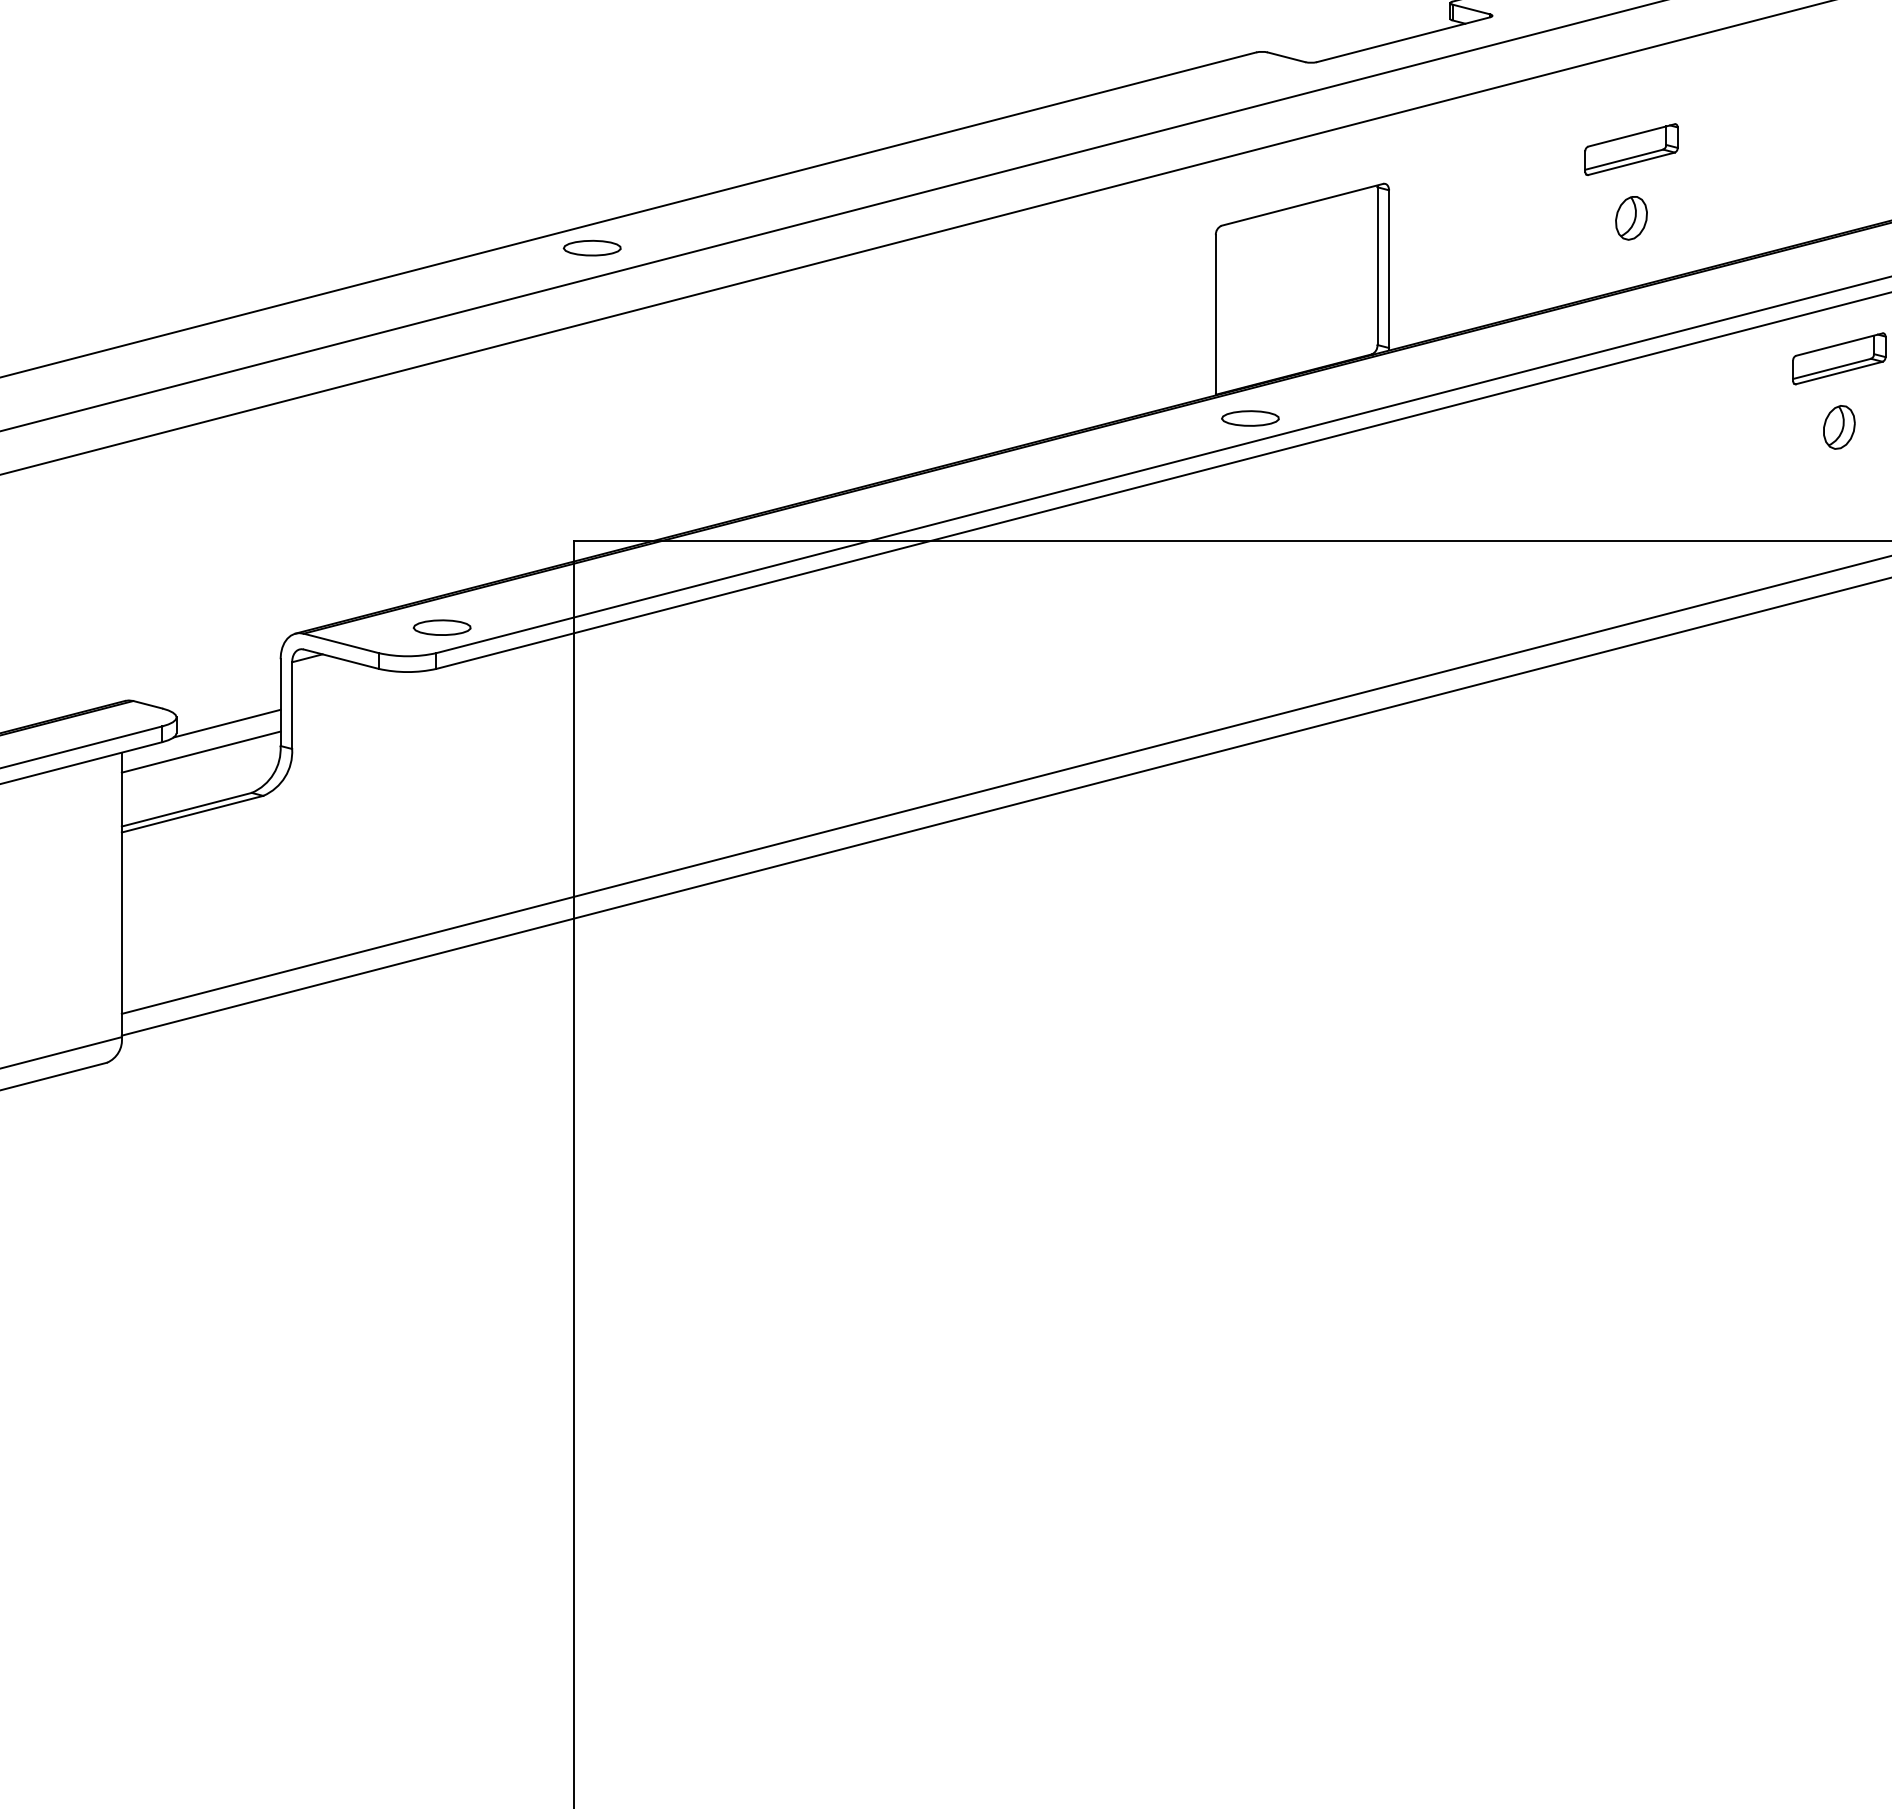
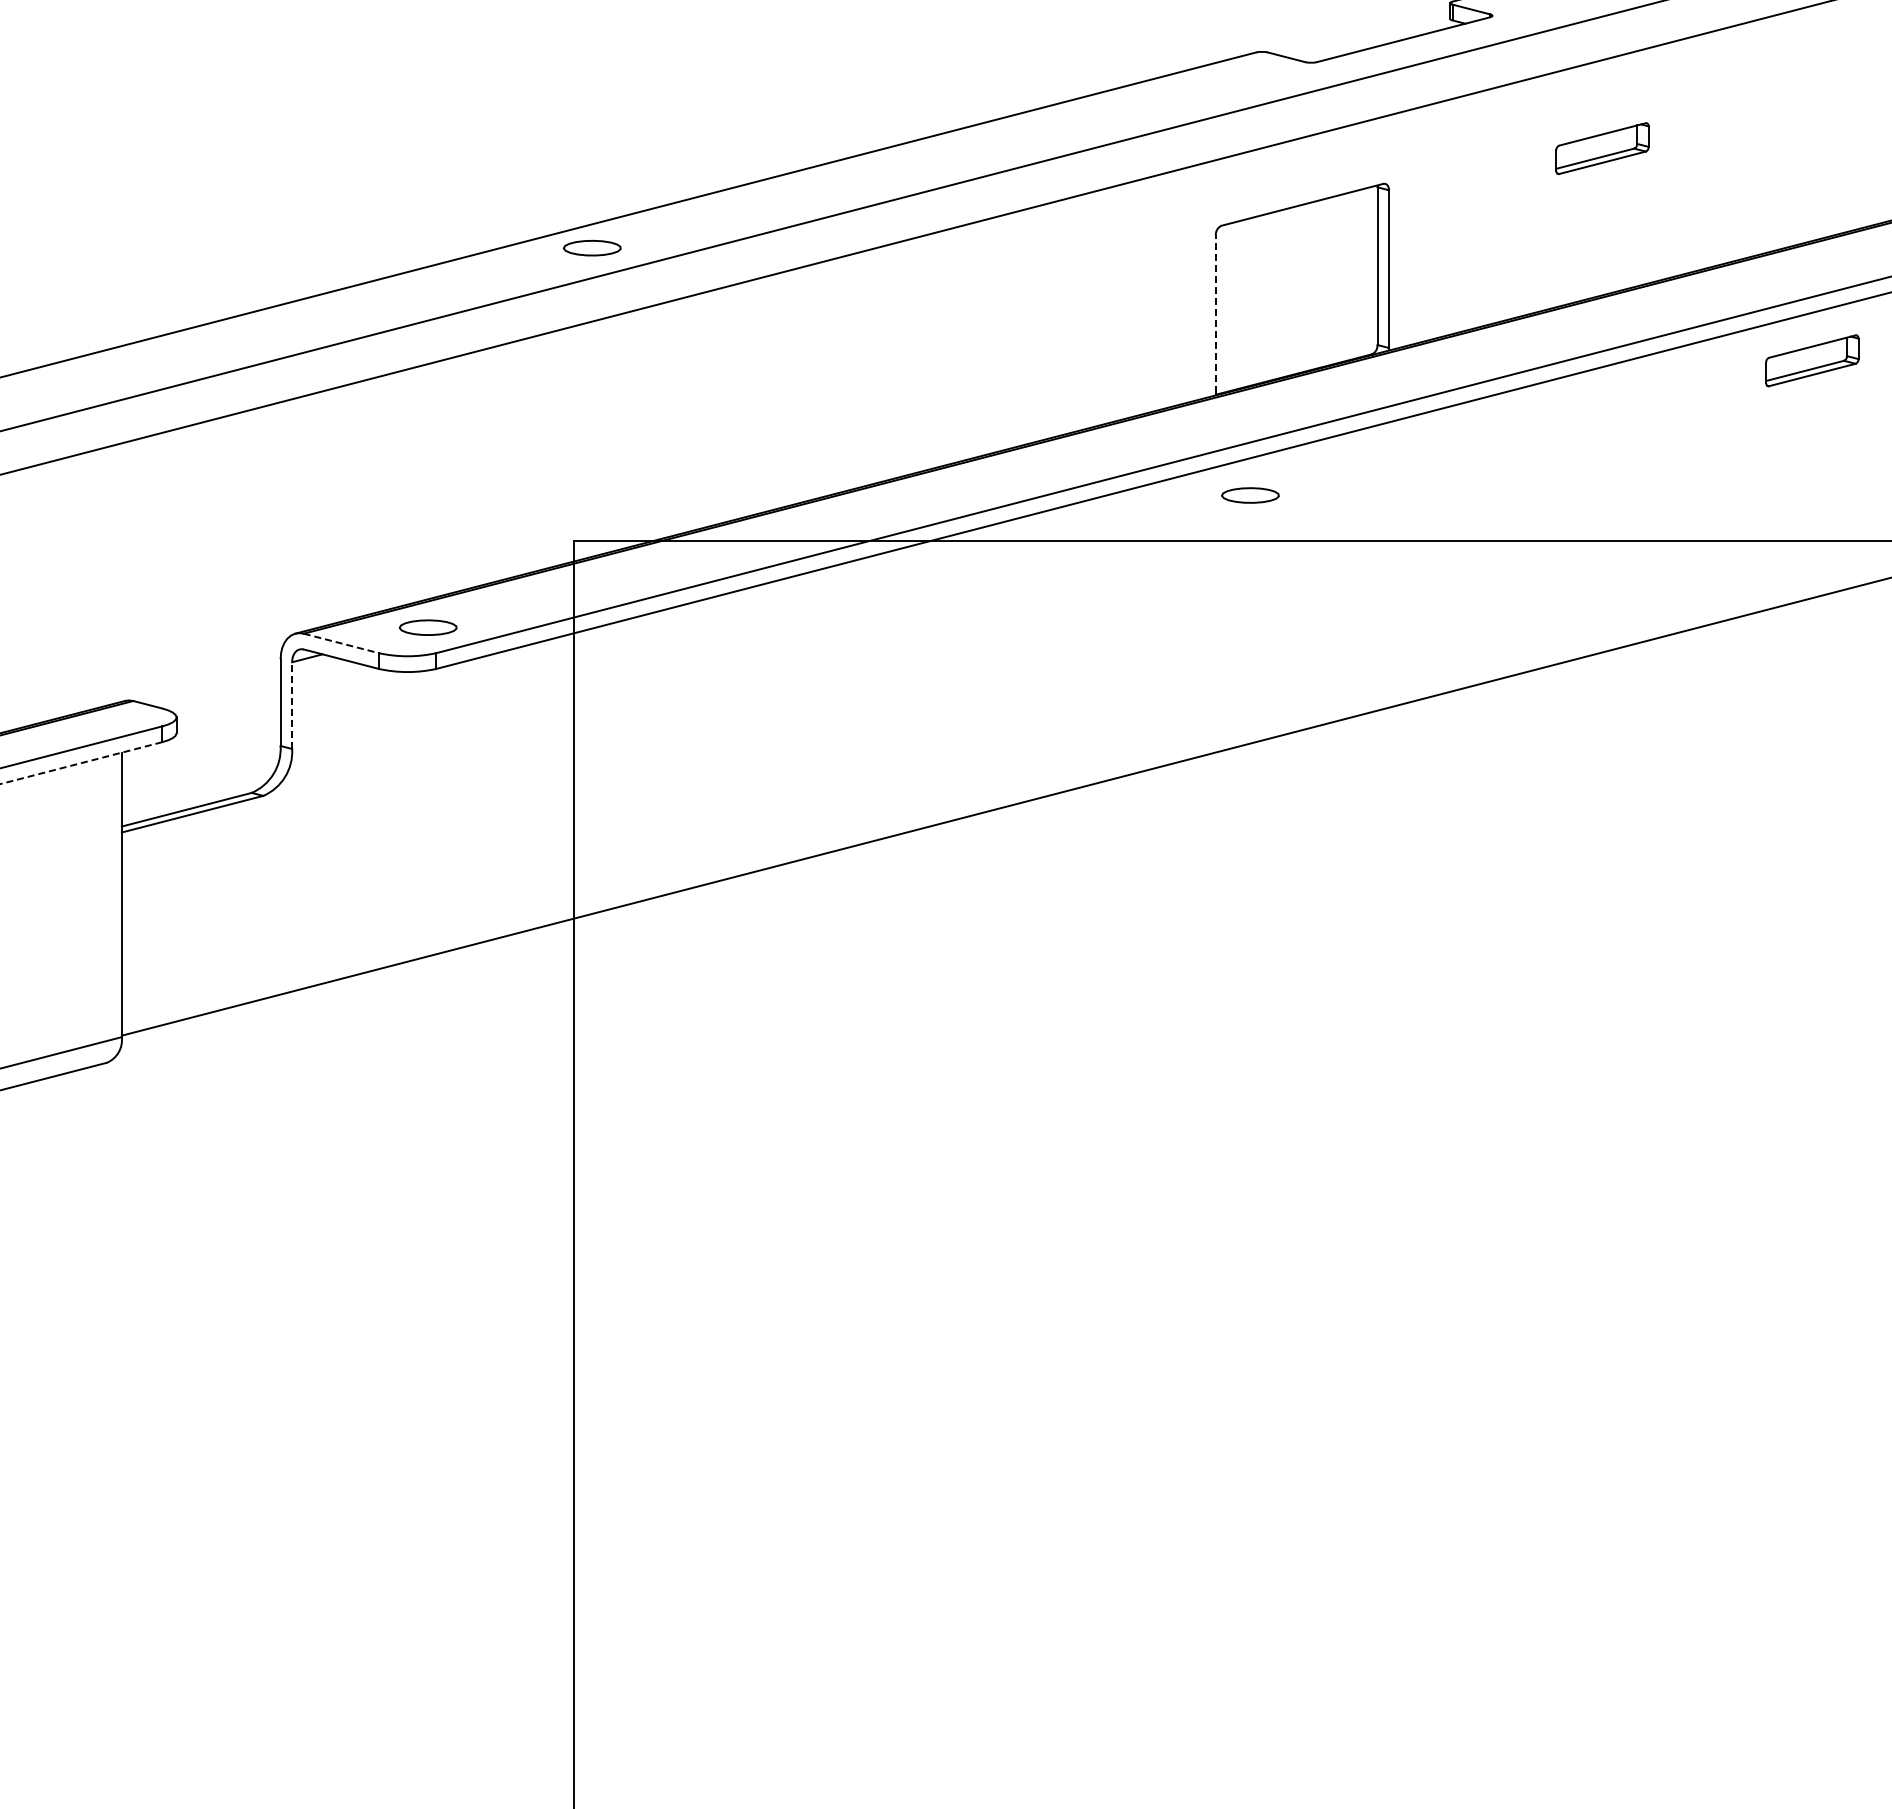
part at (1631, 149) position: (1631, 149) -> (1602, 148)
part at (1631, 218): present -> none
line at (1215, 313): solid -> dashed
part at (1839, 358) position: (1839, 358) -> (1812, 360)
part at (1250, 418) position: (1250, 418) -> (1250, 495)
part at (1839, 427): present -> none
part at (441, 627) position: (441, 627) -> (427, 627)
line at (341, 643): solid -> dashed
line at (292, 705): solid -> dashed
line at (226, 723): present -> none
line at (200, 751): present -> none
line at (80, 763): solid -> dashed
line at (1004, 784): present -> none
